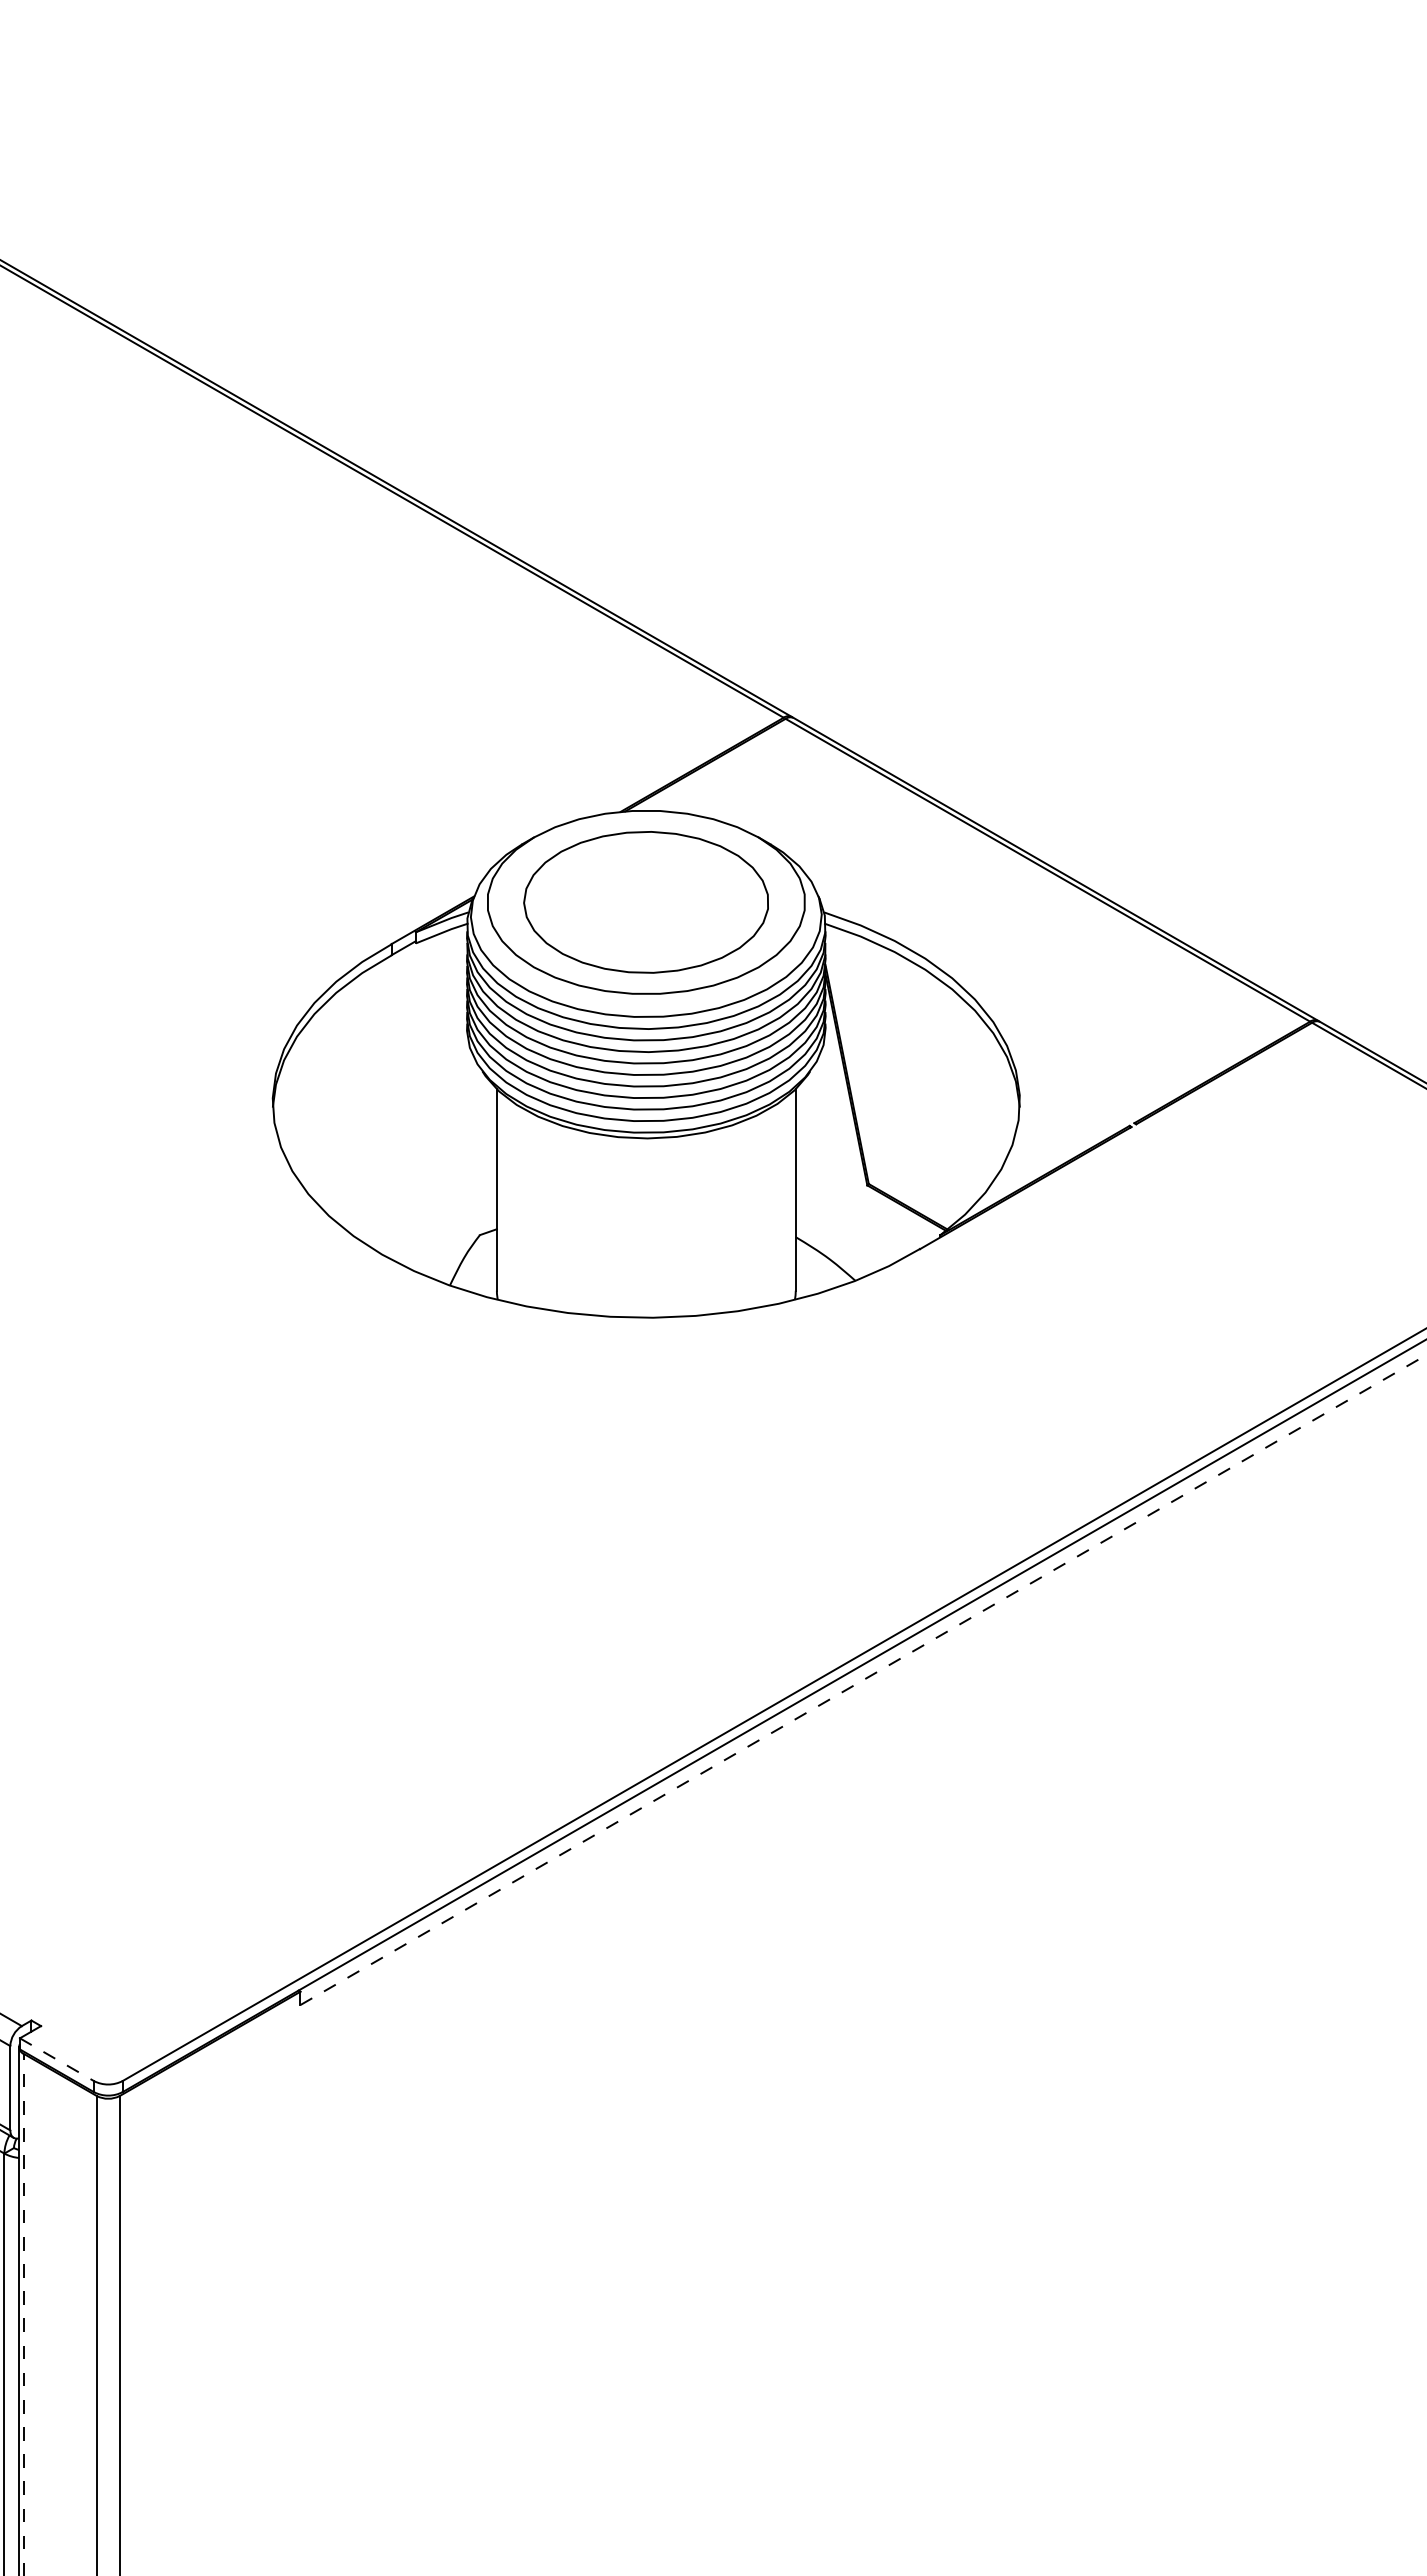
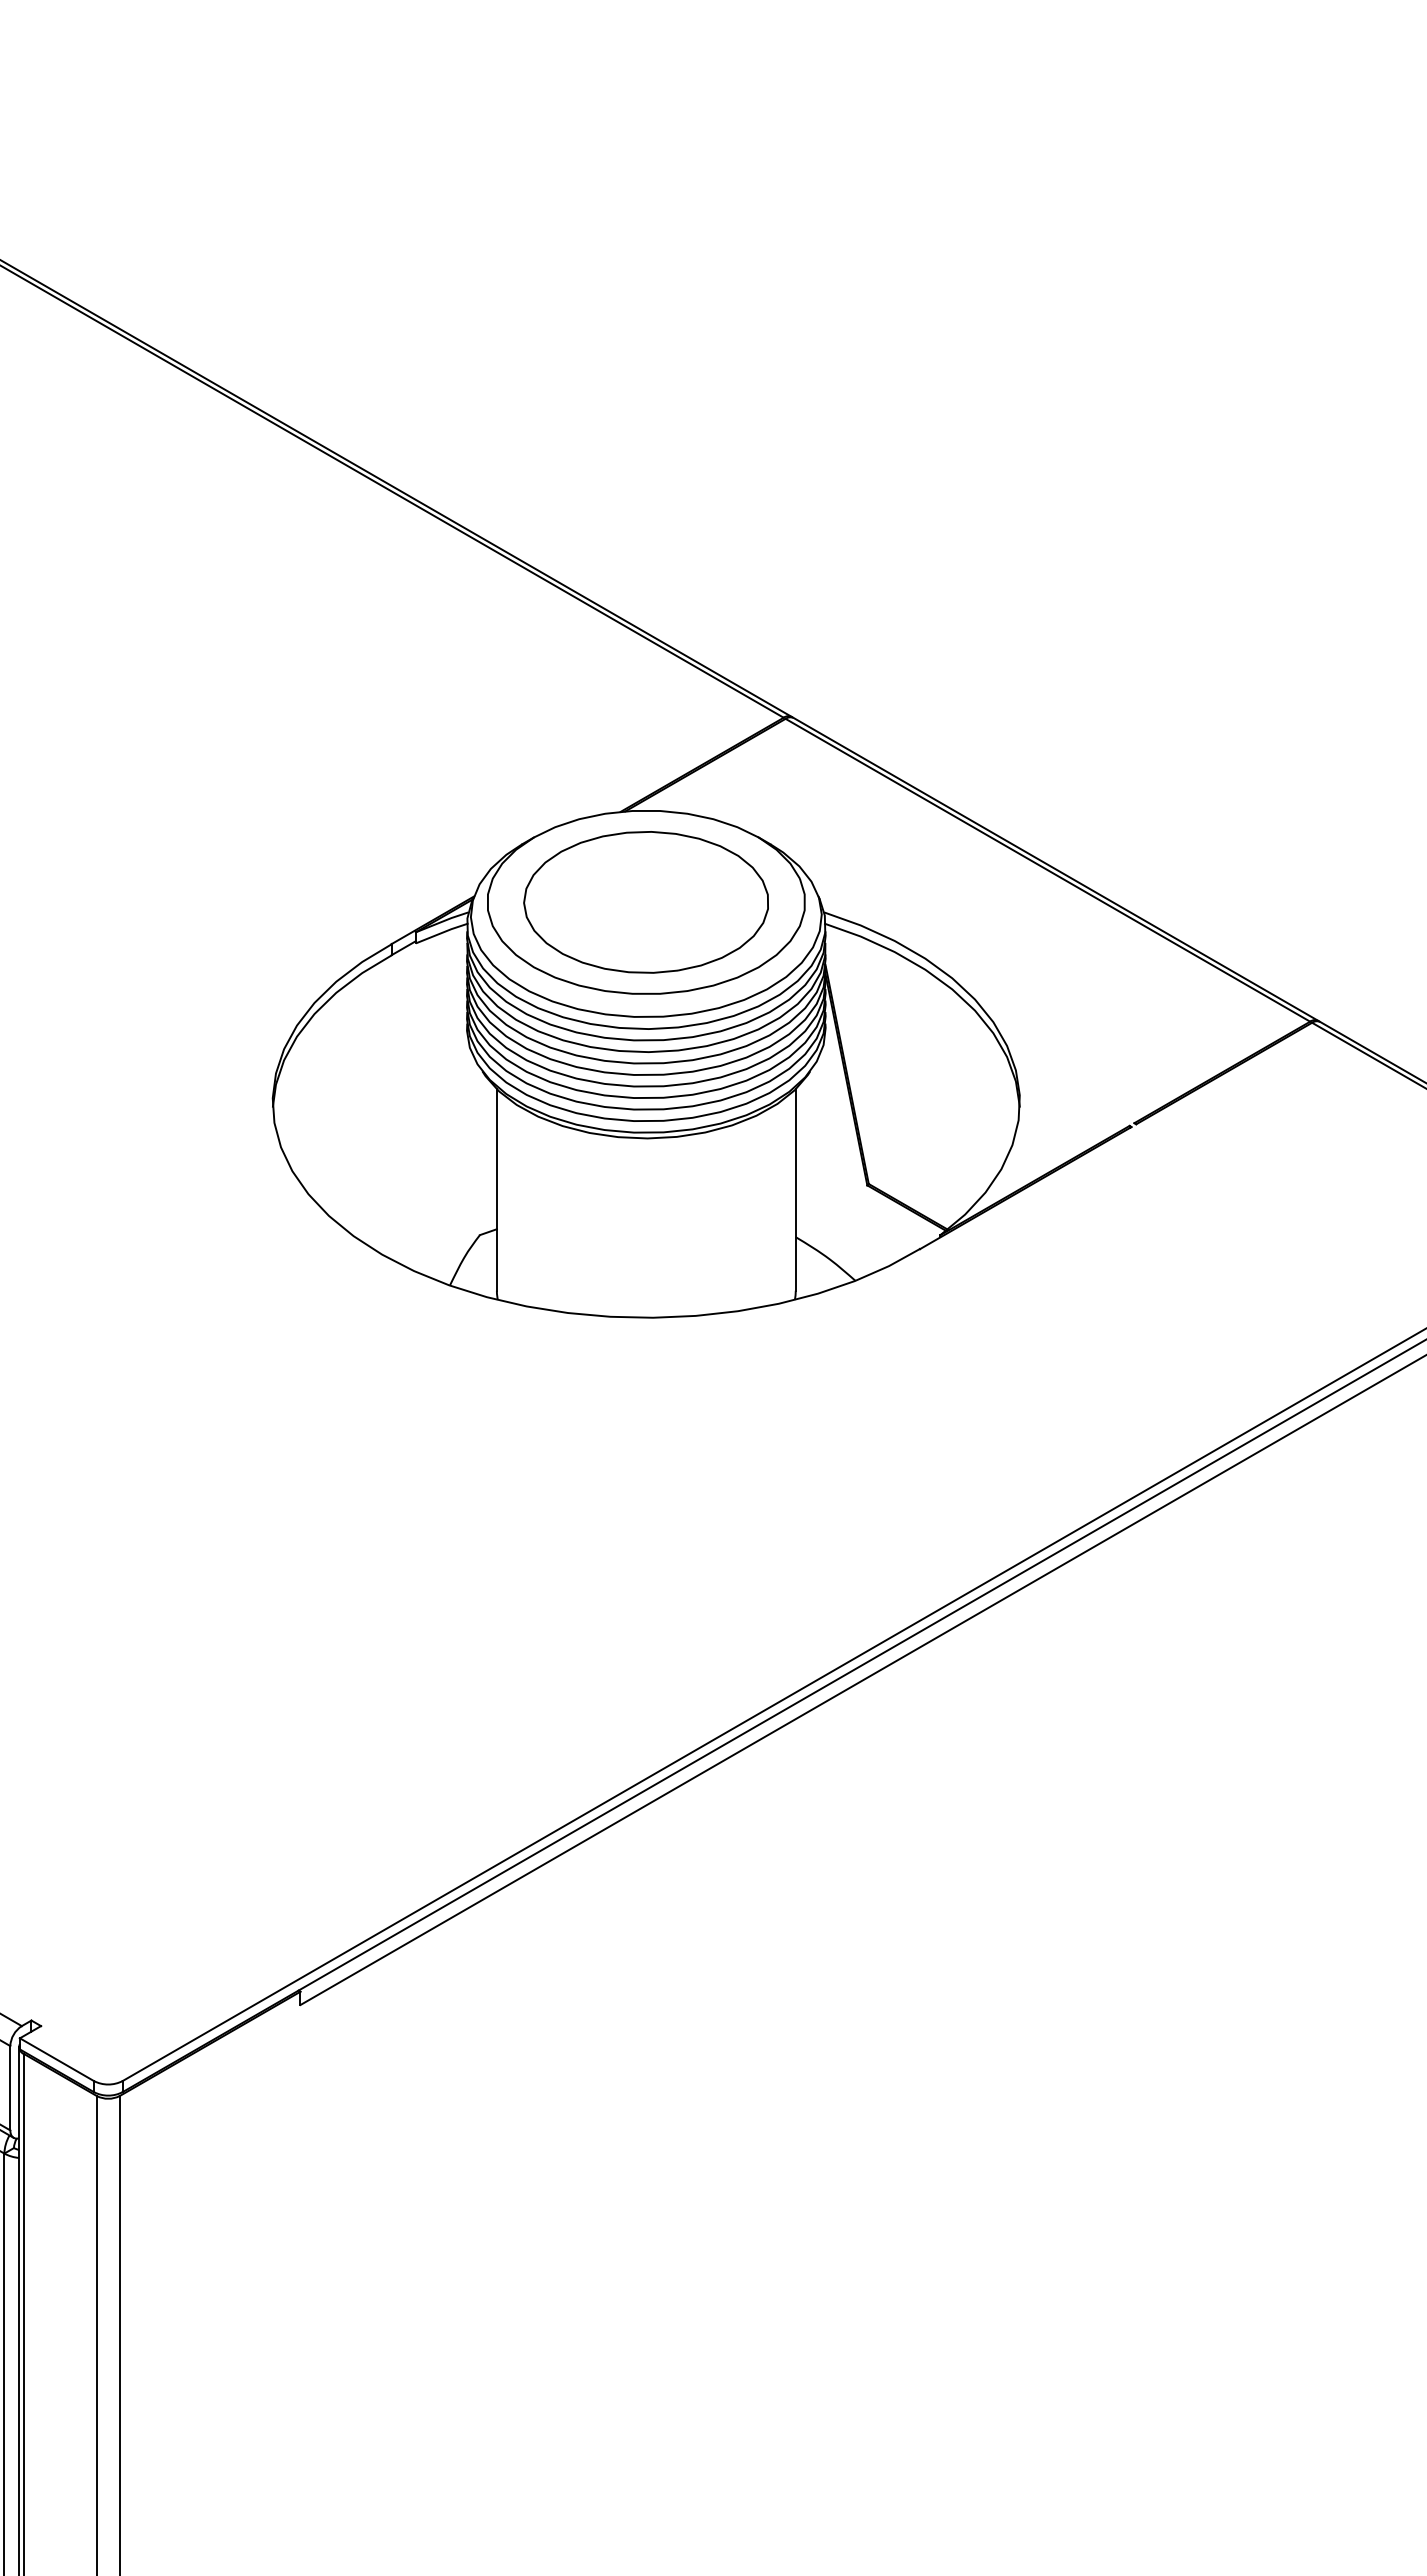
line at (864, 1679): dashed -> solid
line at (56, 2059): dashed -> solid
line at (23, 2314): dashed -> solid
